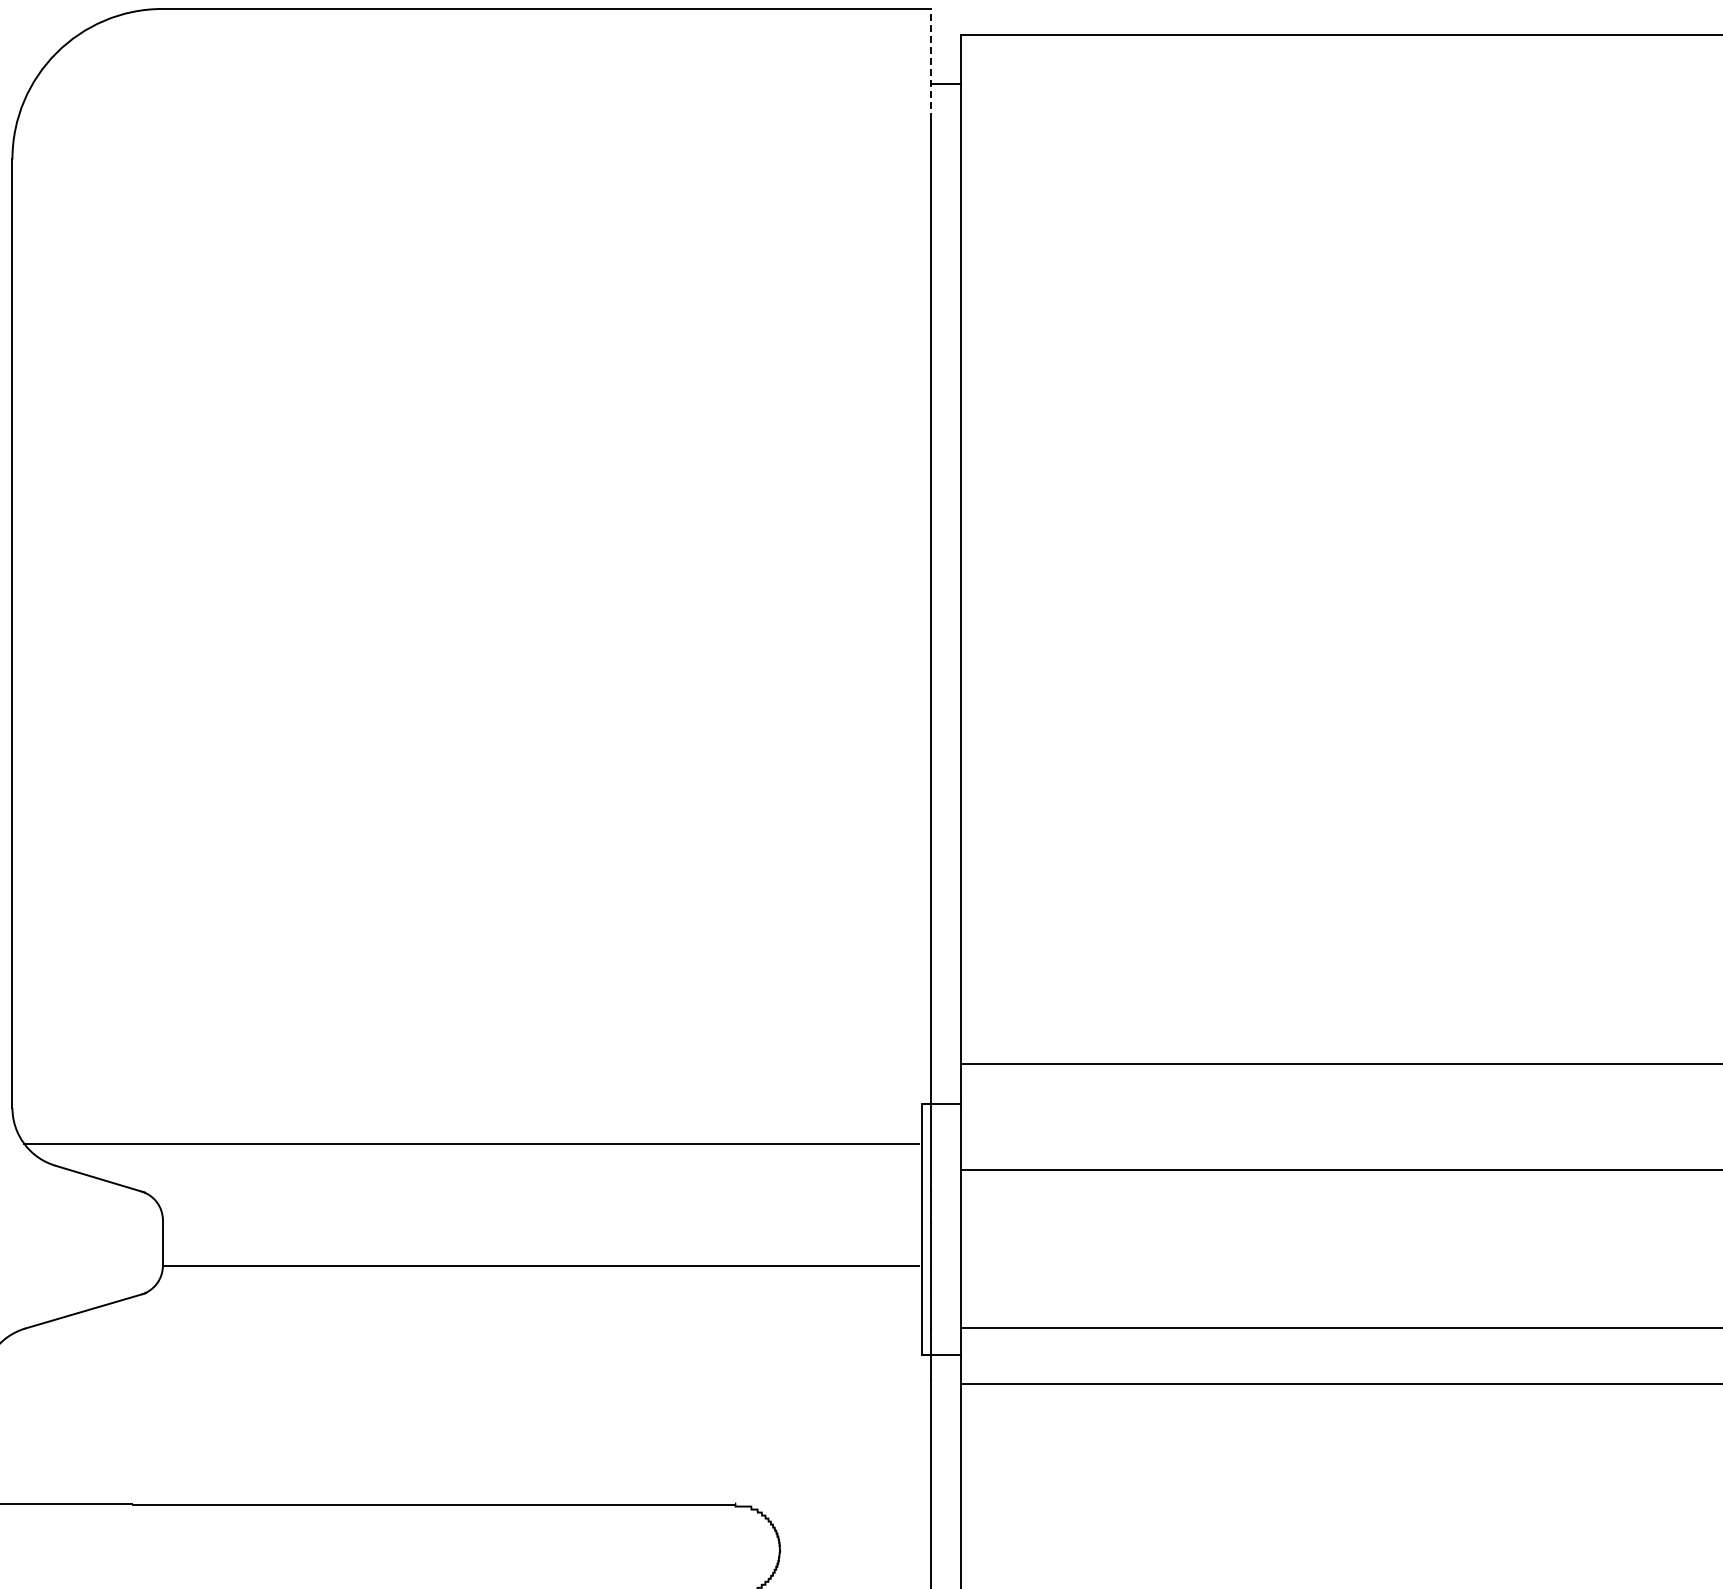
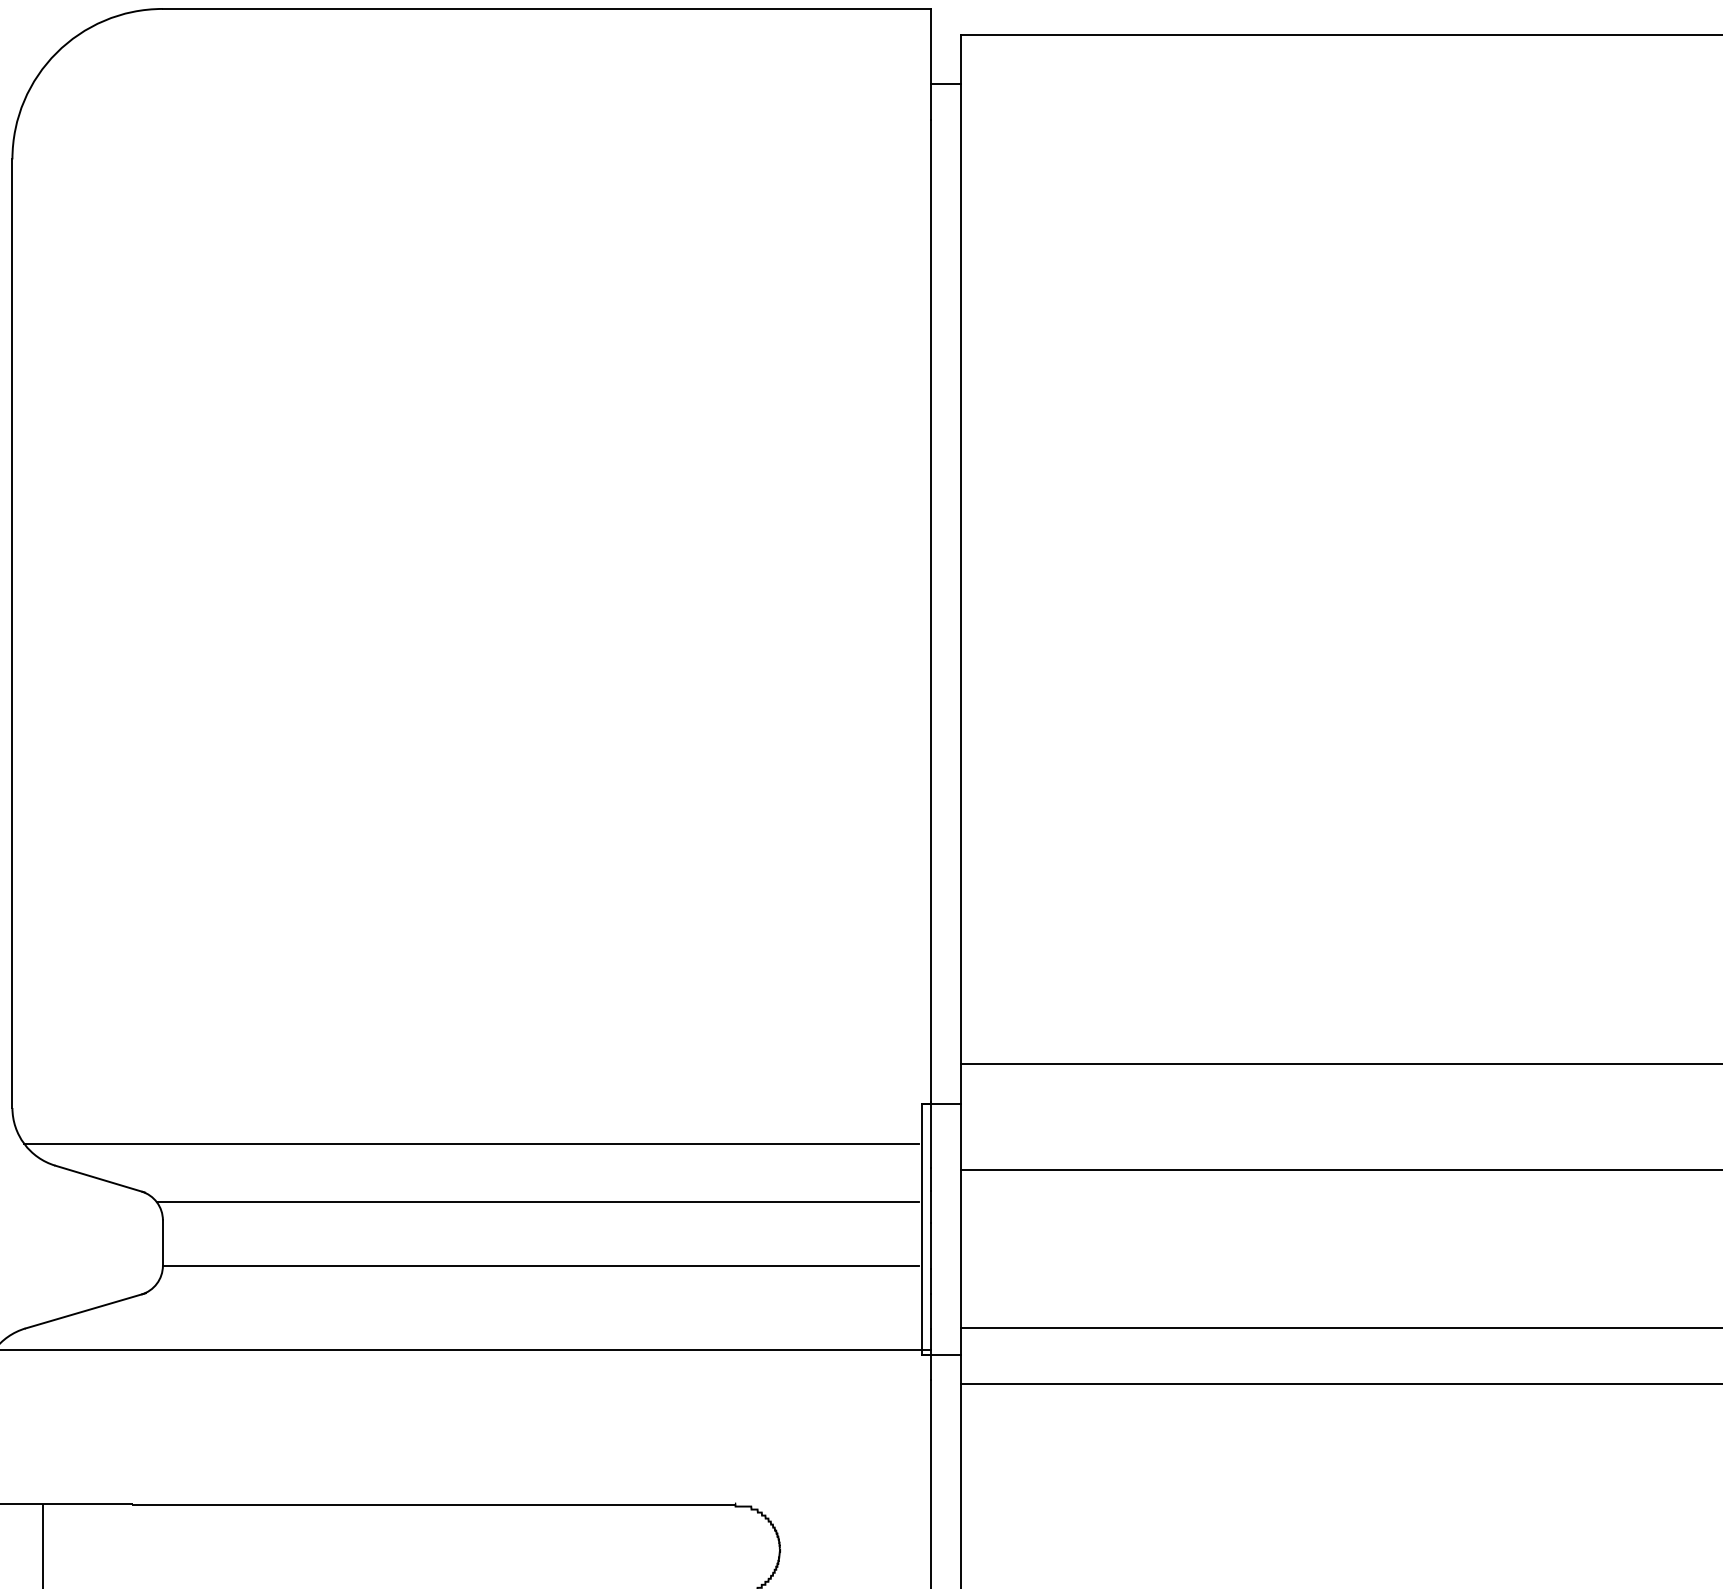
line at (930, 64): dashed -> solid
line at (537, 1202): none -> present
line at (466, 1350): none -> present
line at (42, 1544): none -> present
